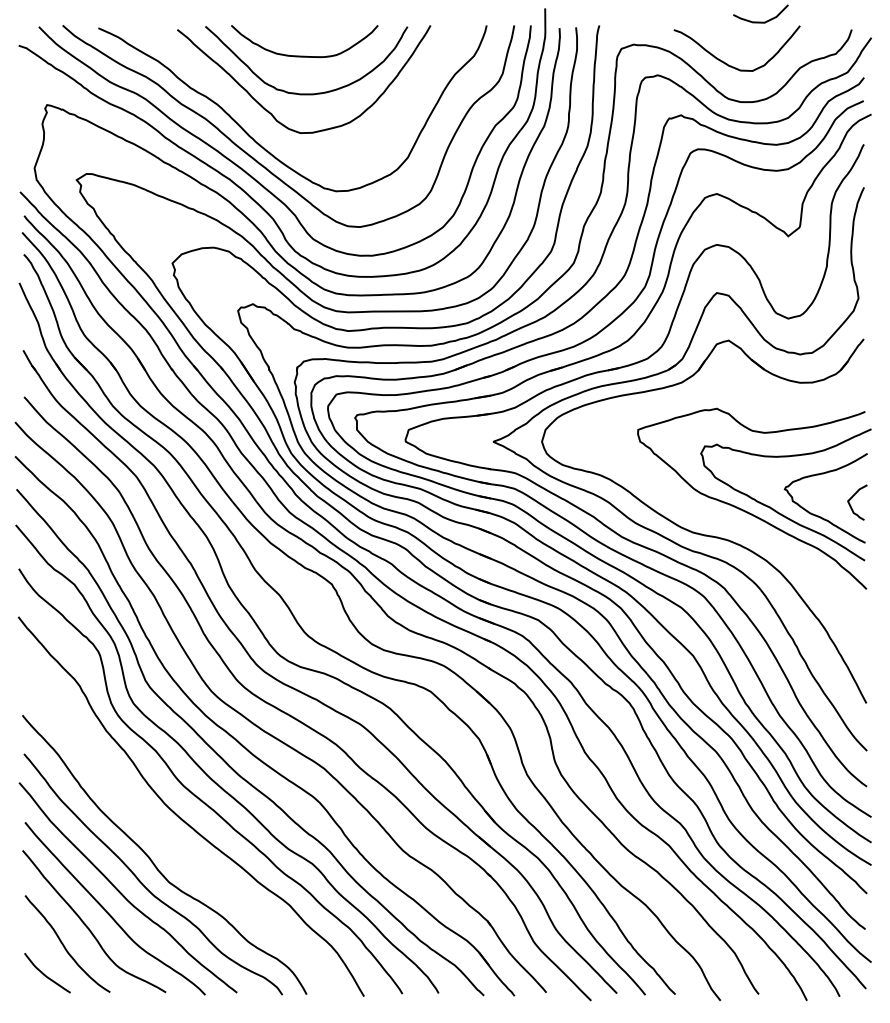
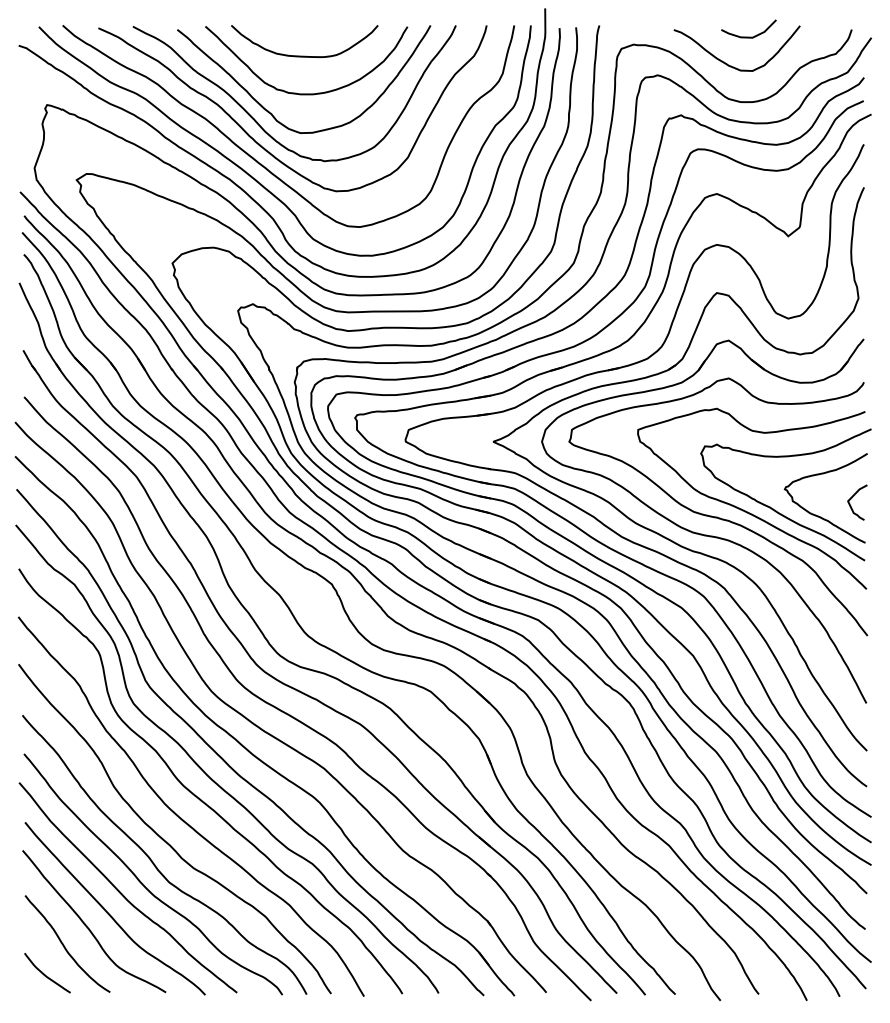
curve at (760, 21) position: (760, 21) -> (748, 36)
curve at (258, 122): none -> present
curve at (717, 516): none -> present
curve at (164, 839): none -> present
